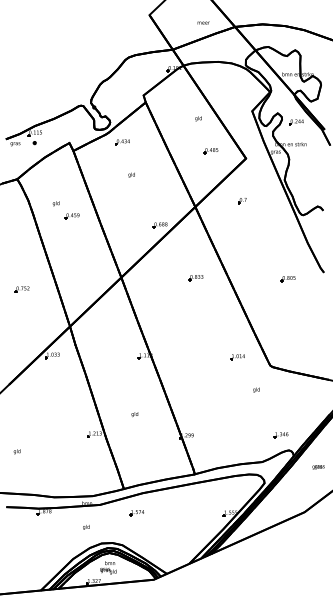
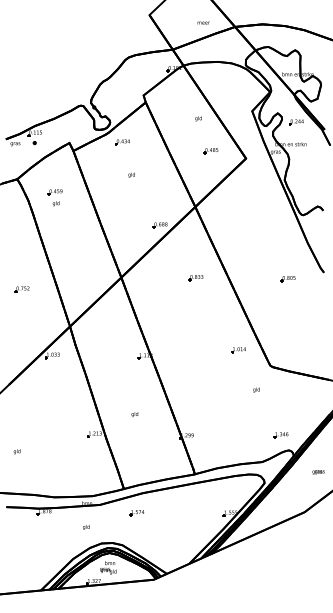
part at (242, 201): present -> none
part at (71, 216) position: (71, 216) -> (54, 192)
part at (237, 357) position: (237, 357) -> (238, 350)
text at (318, 467) position: (318, 467) -> (318, 472)
